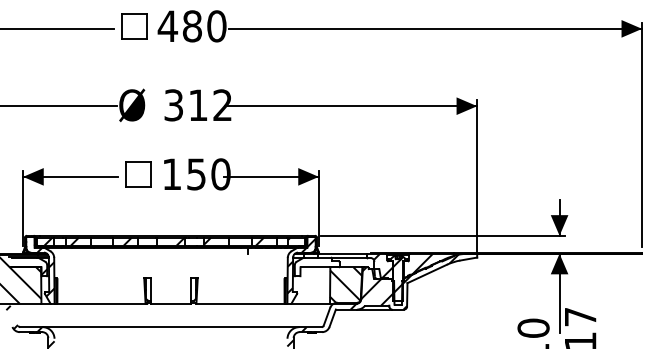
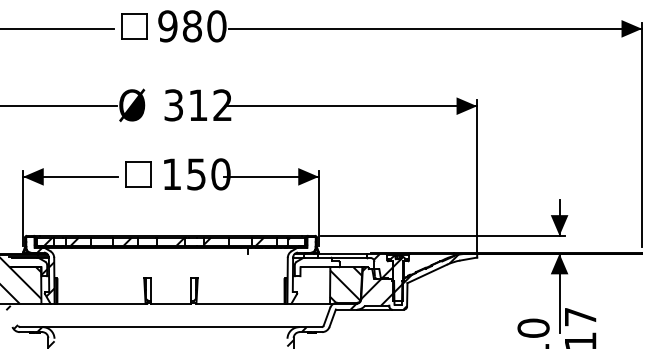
text at (167, 26): 480 -> 980
hatch at (422, 264): present -> none
hatch at (301, 265): present -> none
